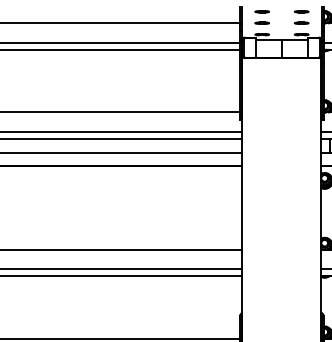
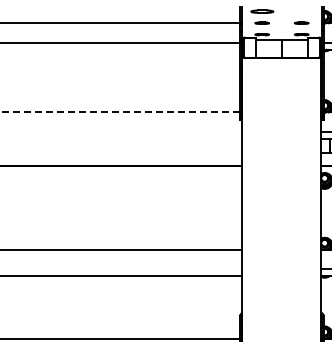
part at (261, 11) size: 16x4 px -> 25x5 px
part at (301, 11): present -> none
line at (121, 49): present -> none
line at (120, 112): solid -> dashed
line at (122, 131): present -> none
line at (122, 138): present -> none
line at (122, 153): present -> none
line at (122, 269): present -> none
